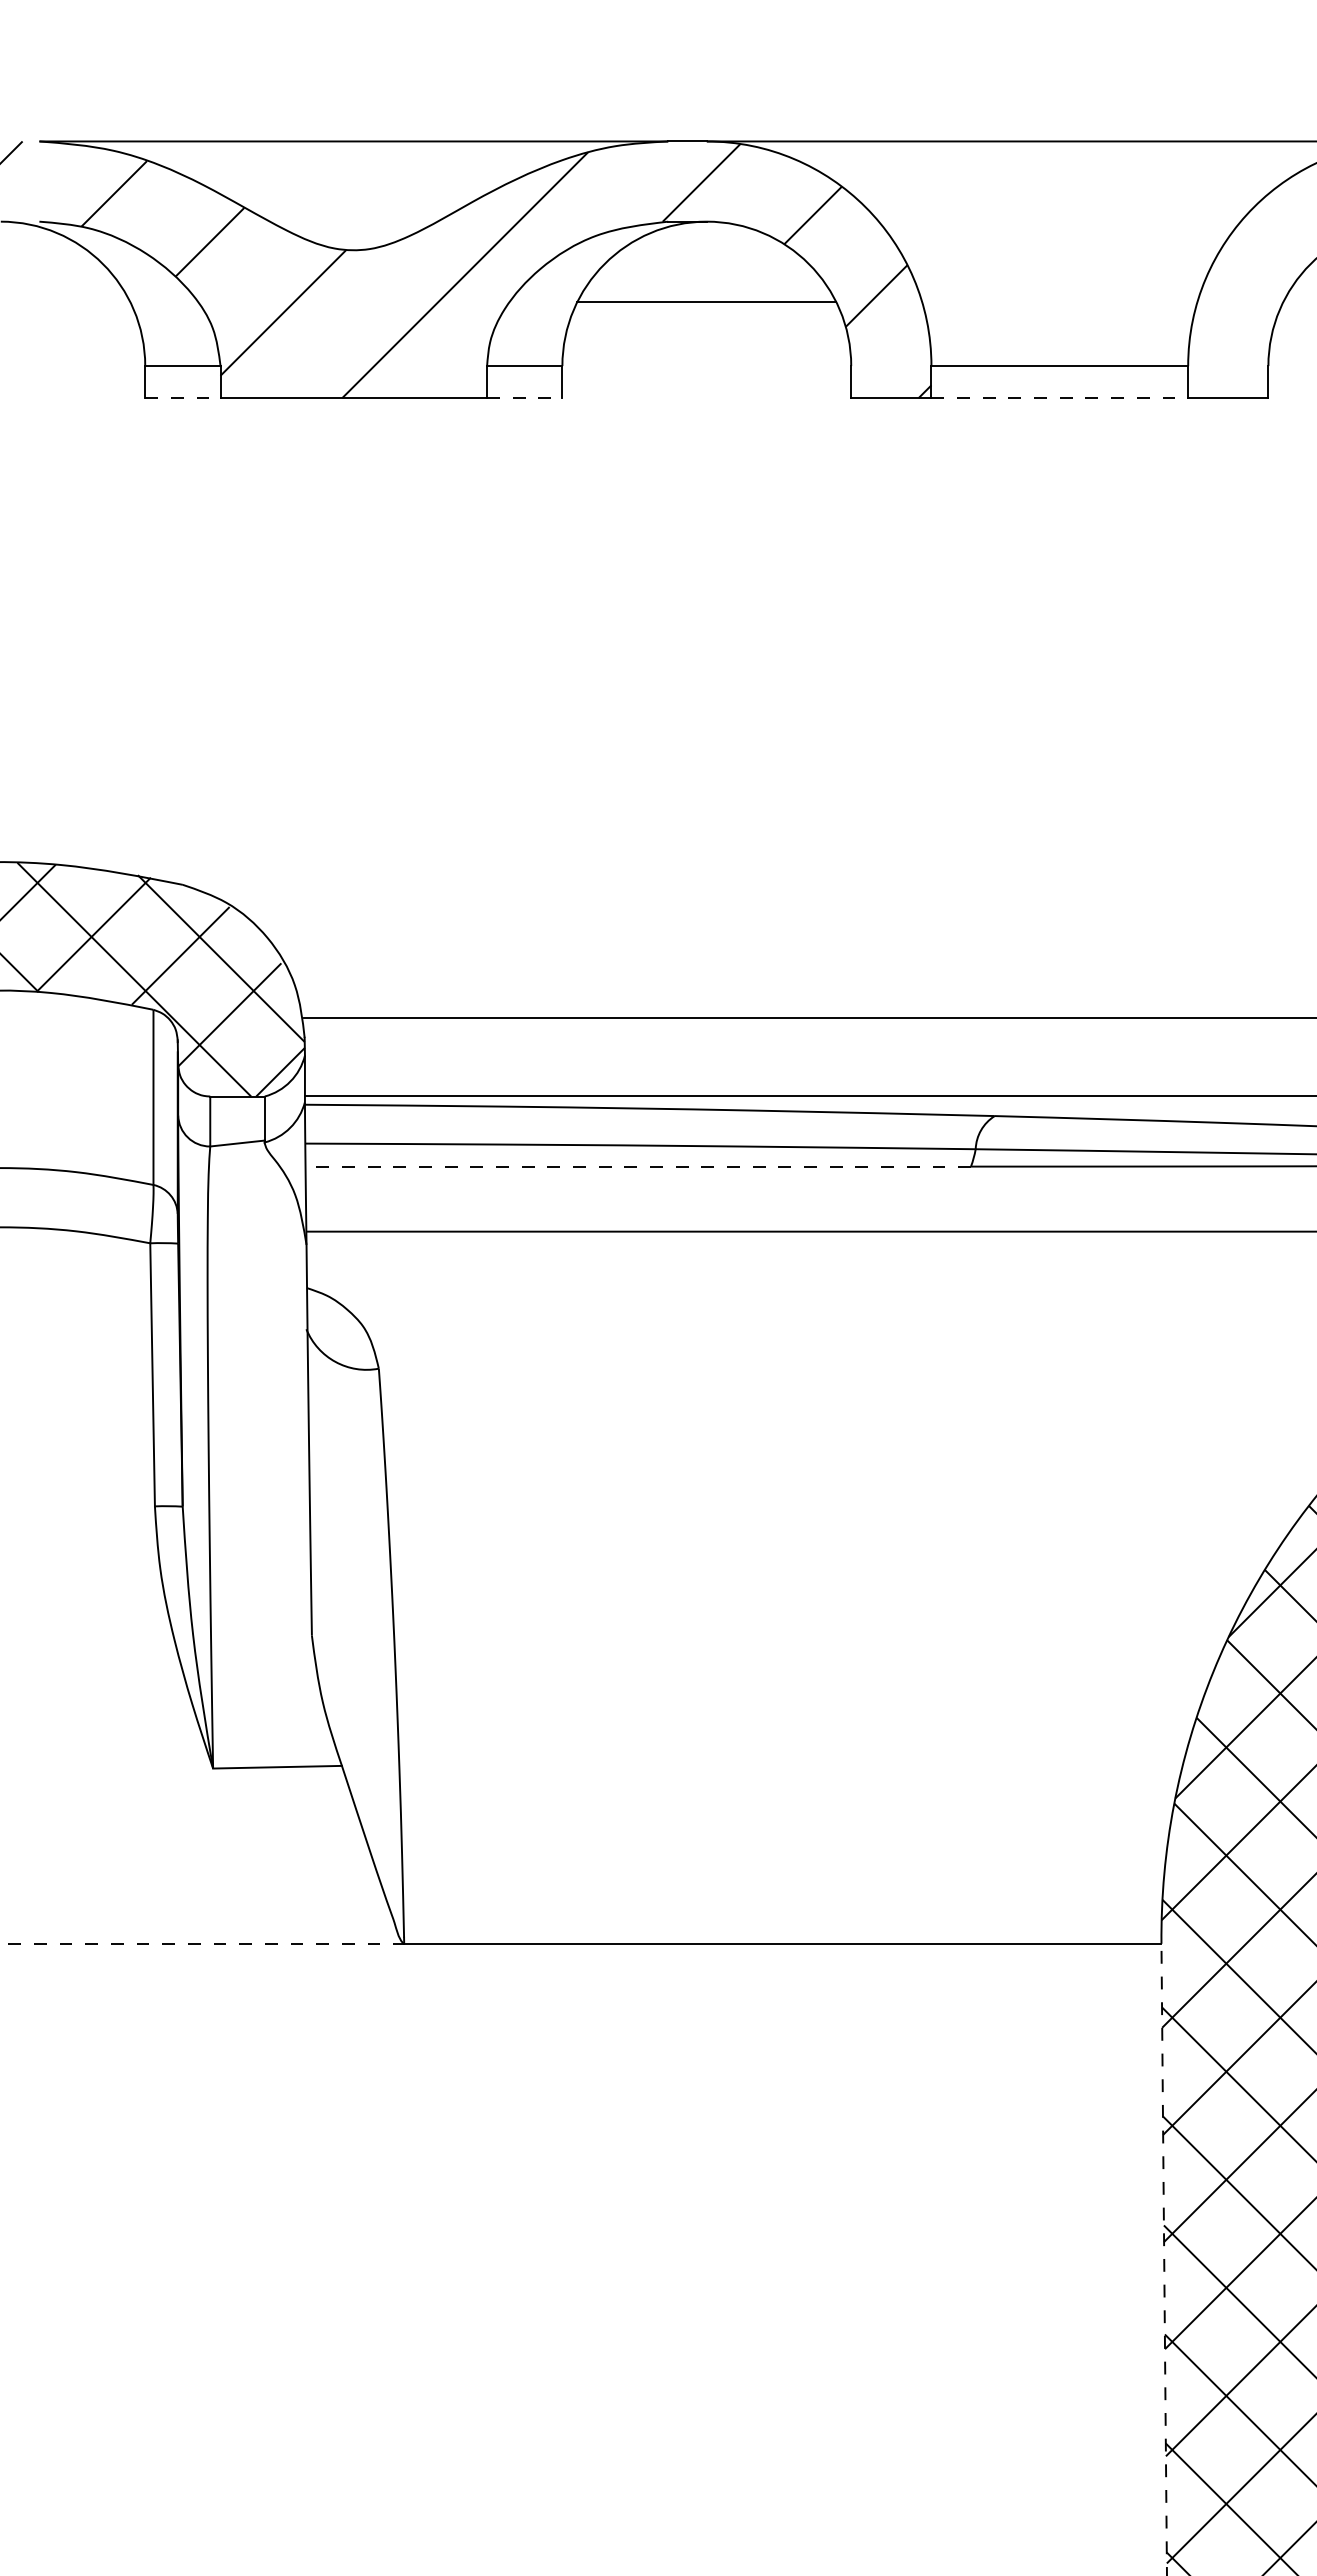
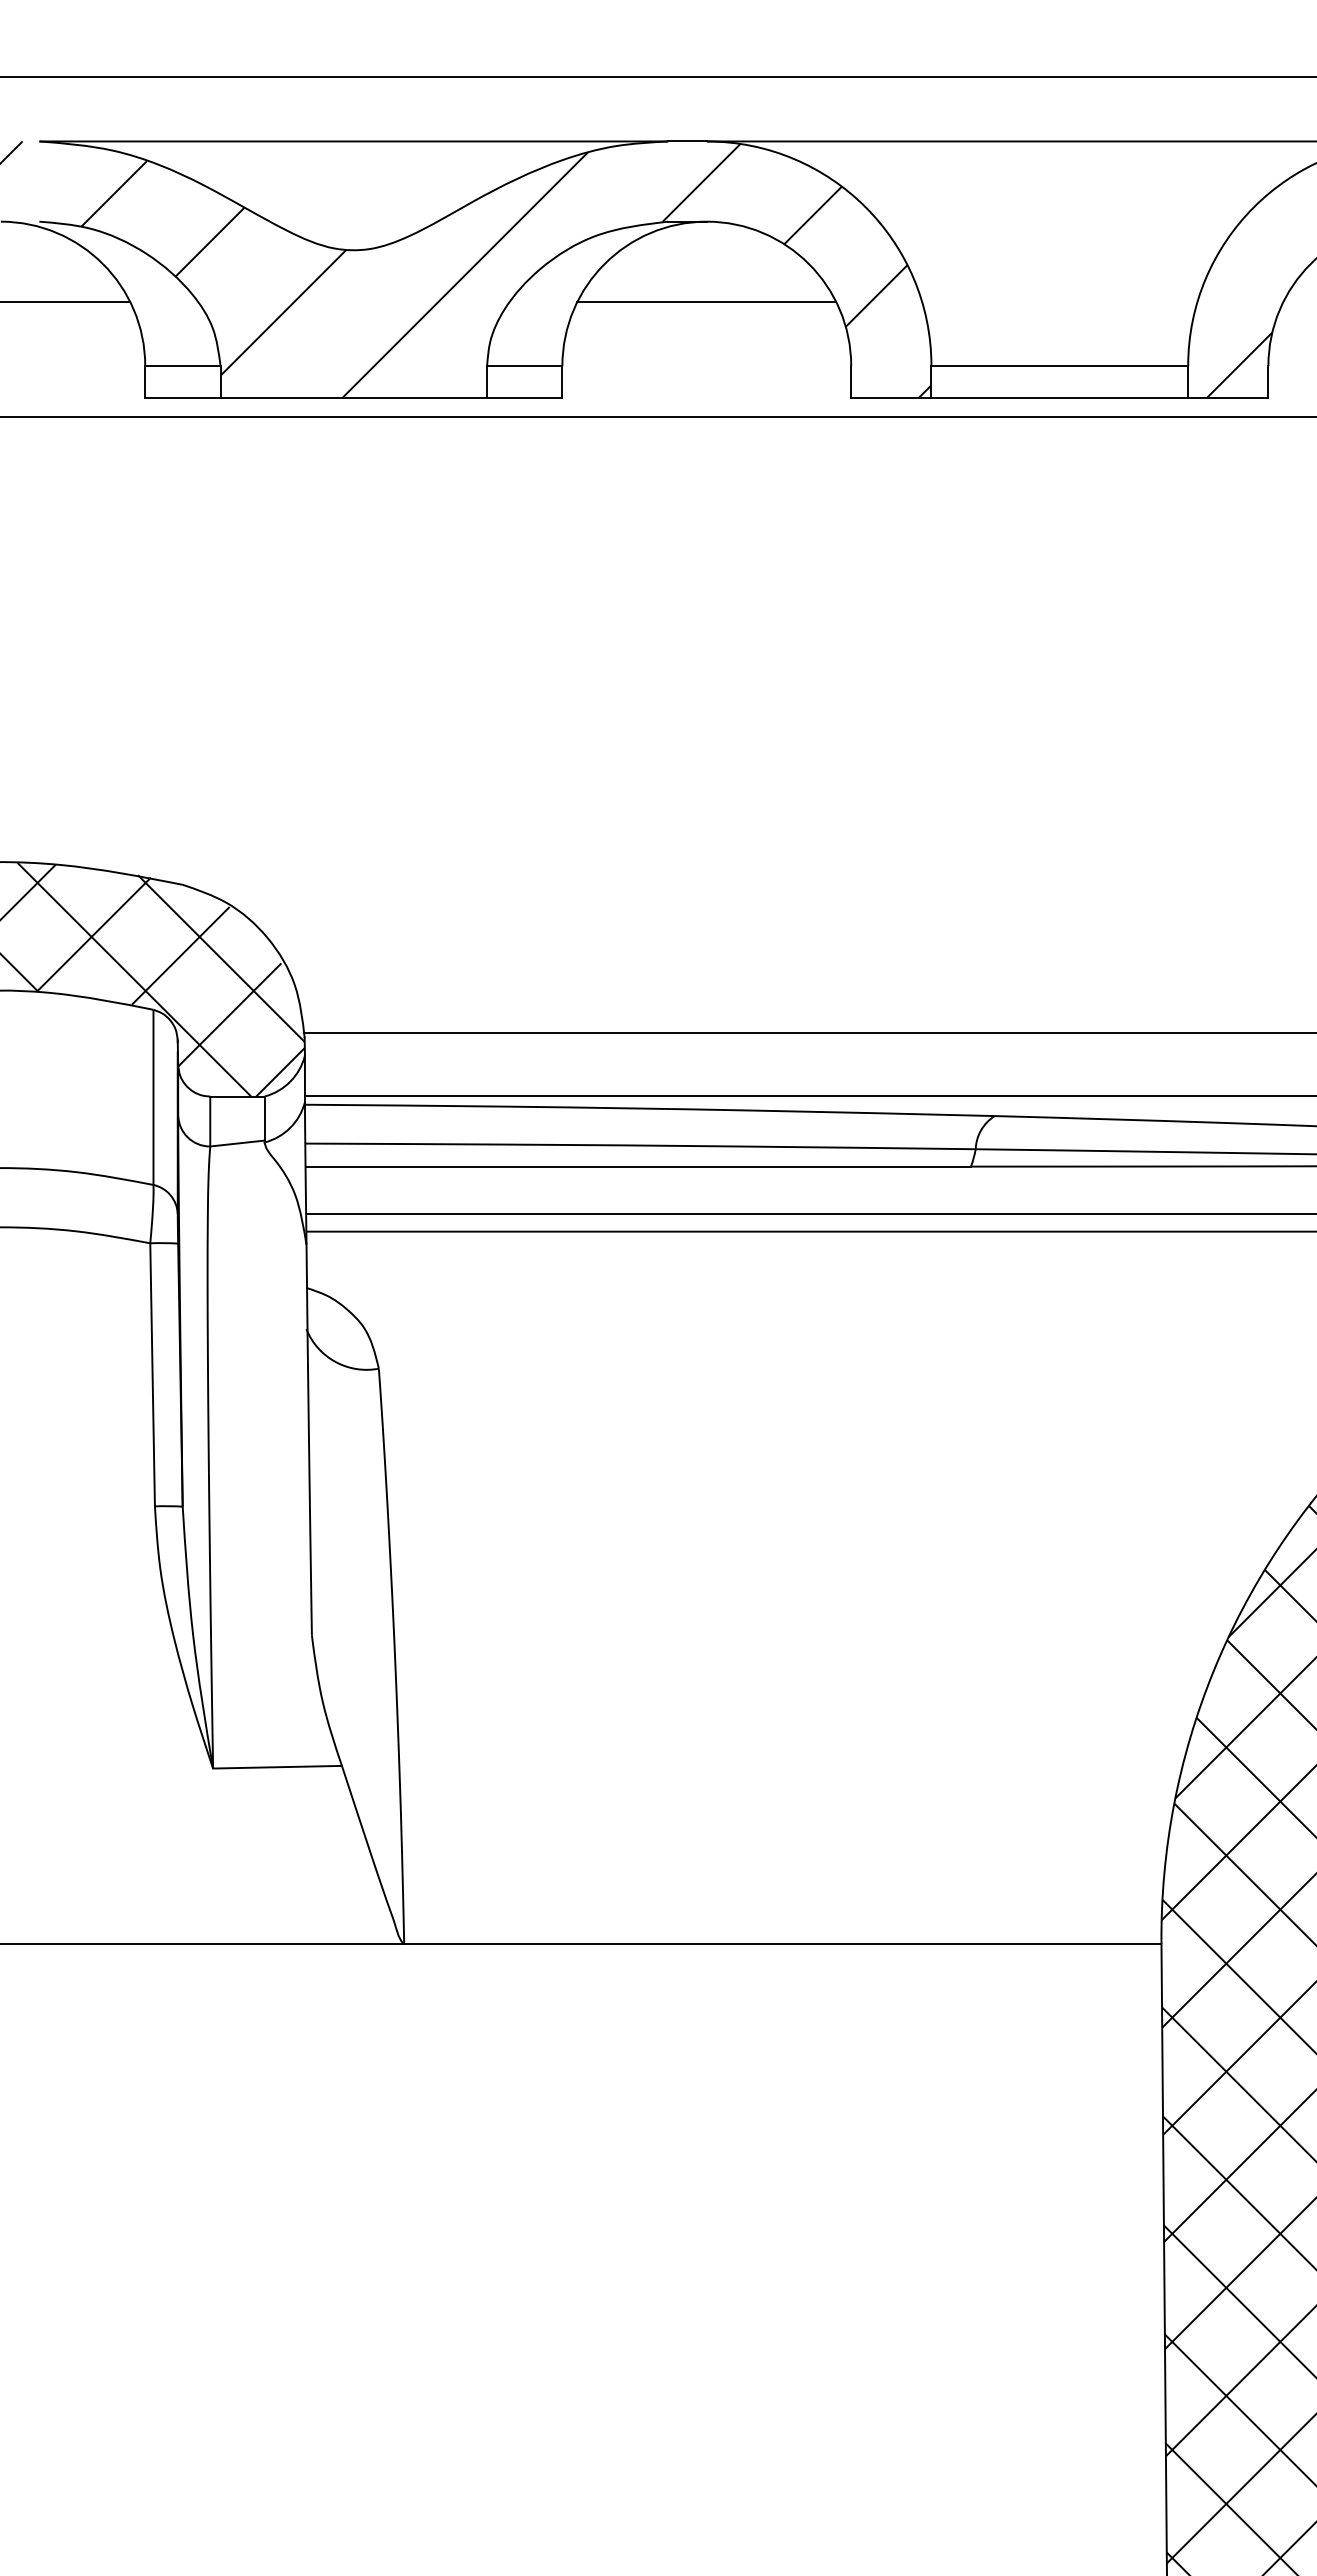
line at (657, 77): none -> present
line at (66, 301): none -> present
hatch at (1239, 365): none -> present
line at (182, 398): dashed -> solid
line at (524, 398): dashed -> solid
line at (1060, 398): dashed -> solid
line at (657, 417): none -> present
line at (808, 1017) position: (808, 1017) -> (808, 1032)
line at (638, 1166): dashed -> solid
line at (809, 1214): none -> present
line at (202, 1943): dashed -> solid
line at (1164, 2259): dashed -> solid
